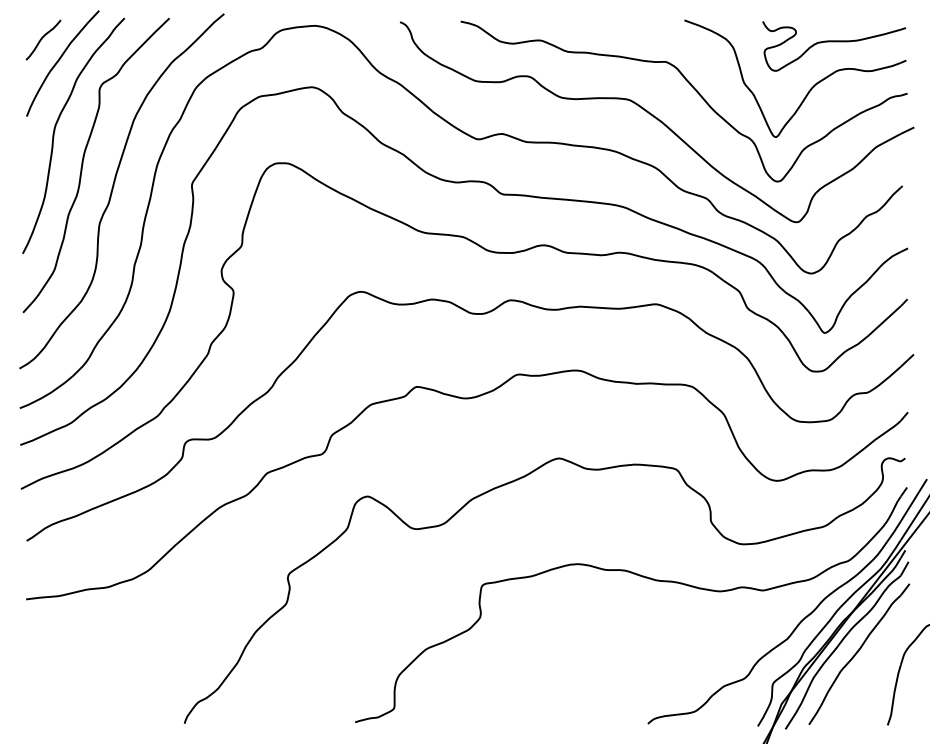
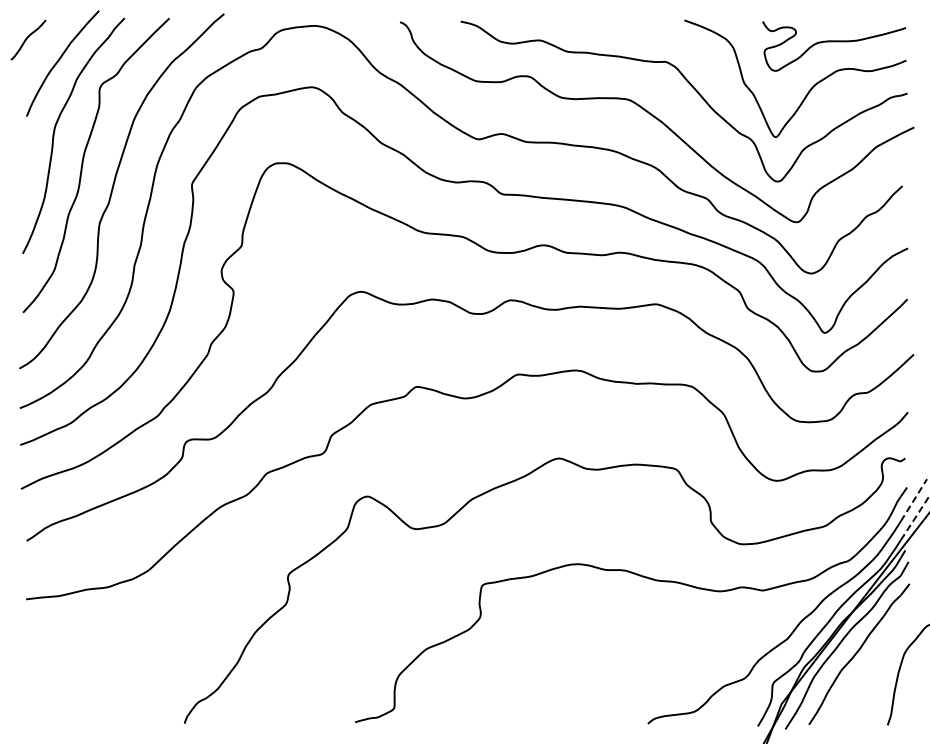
curve at (42, 39) position: (42, 39) -> (27, 39)
line at (913, 500): solid -> dashed
line at (915, 517): solid -> dashed
